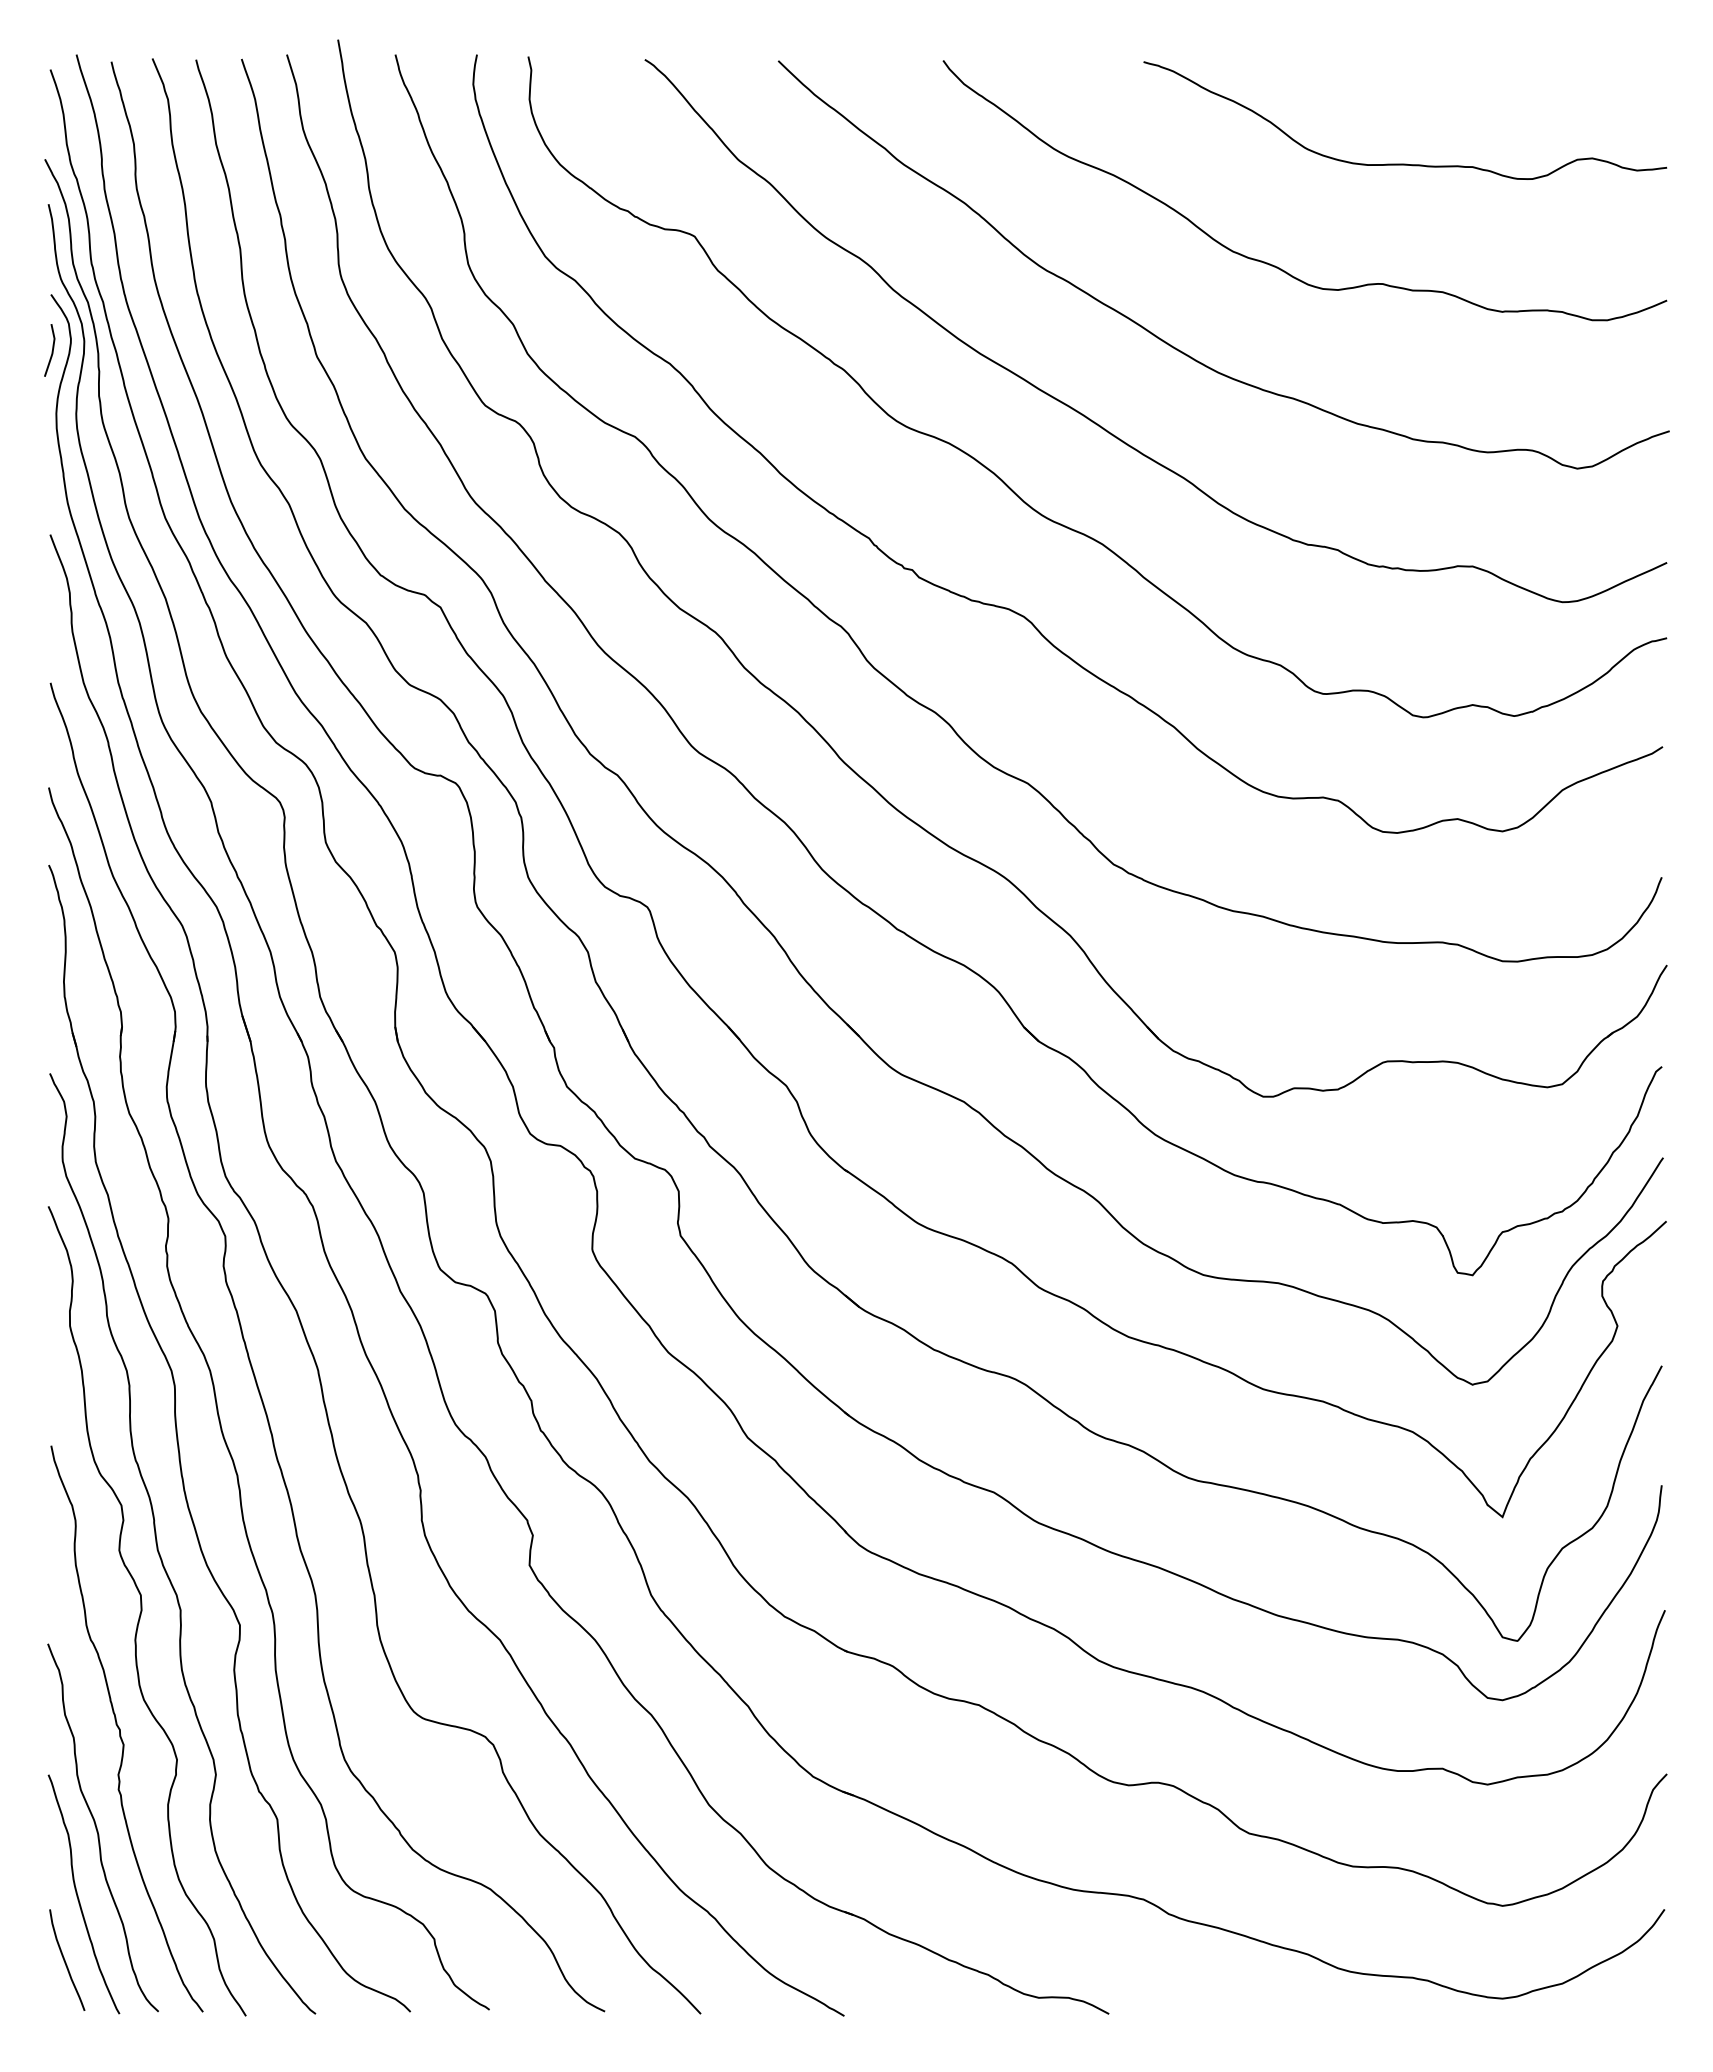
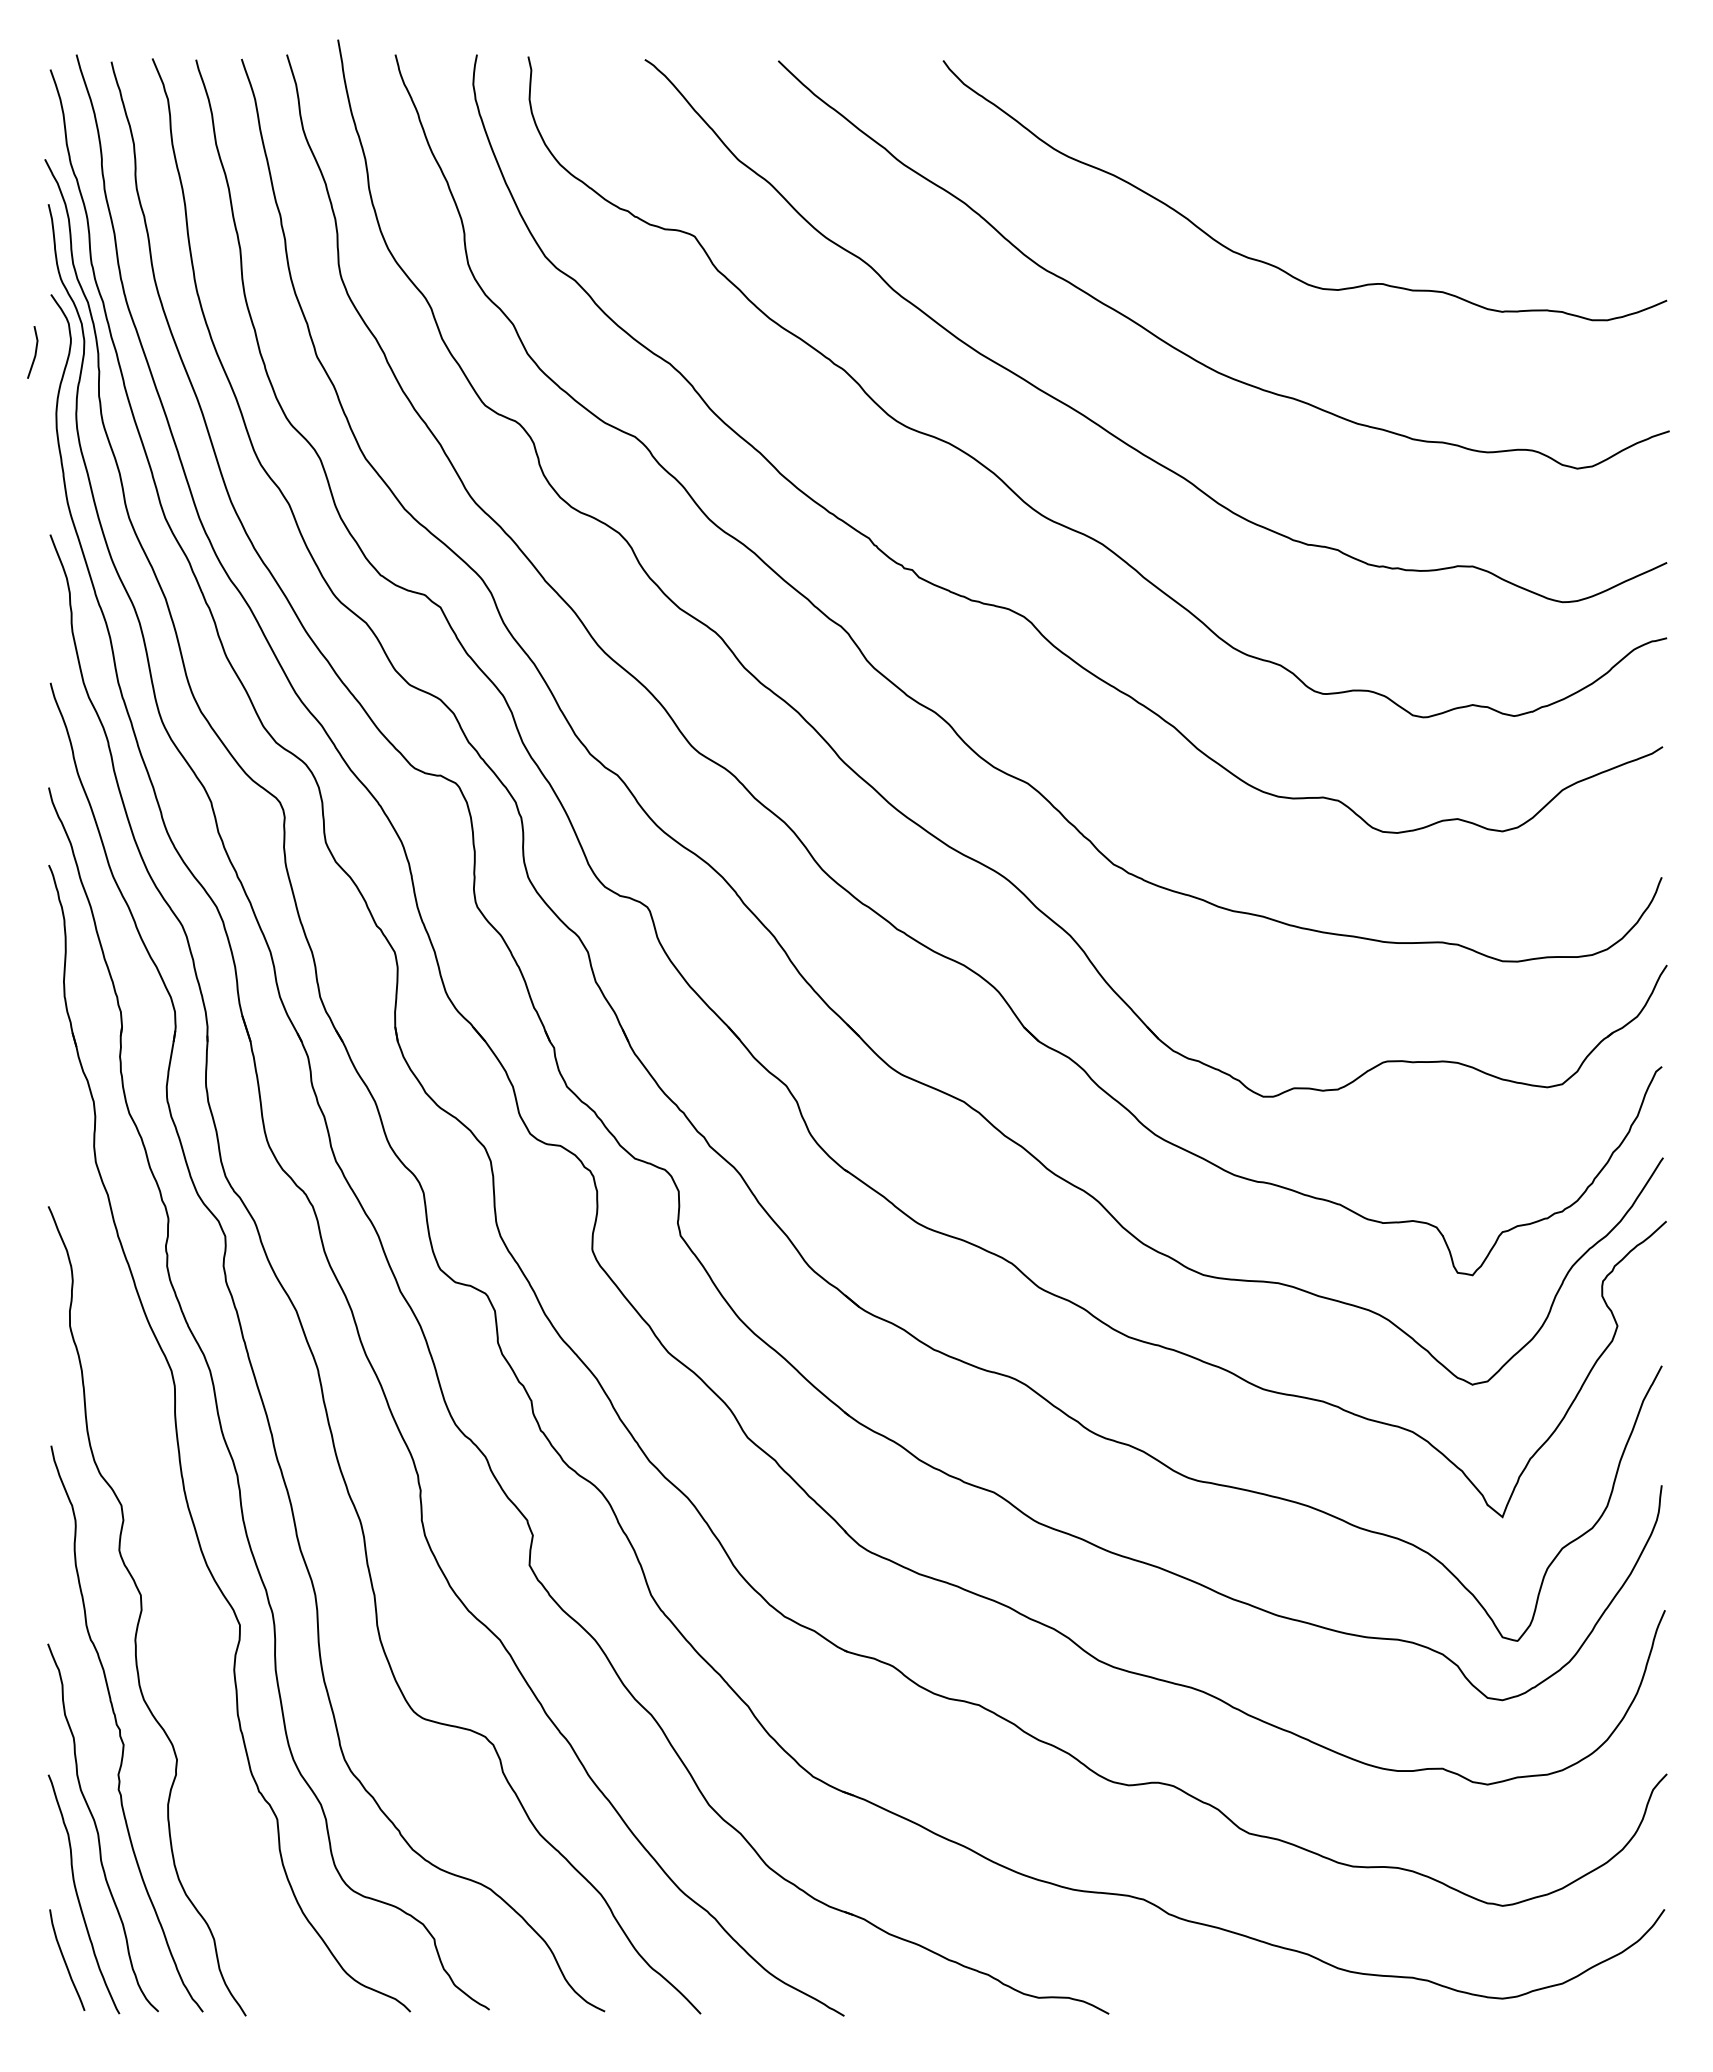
curve at (1405, 163): present -> none
curve at (51, 351) position: (51, 351) -> (34, 353)
curve at (158, 1546): present -> none
